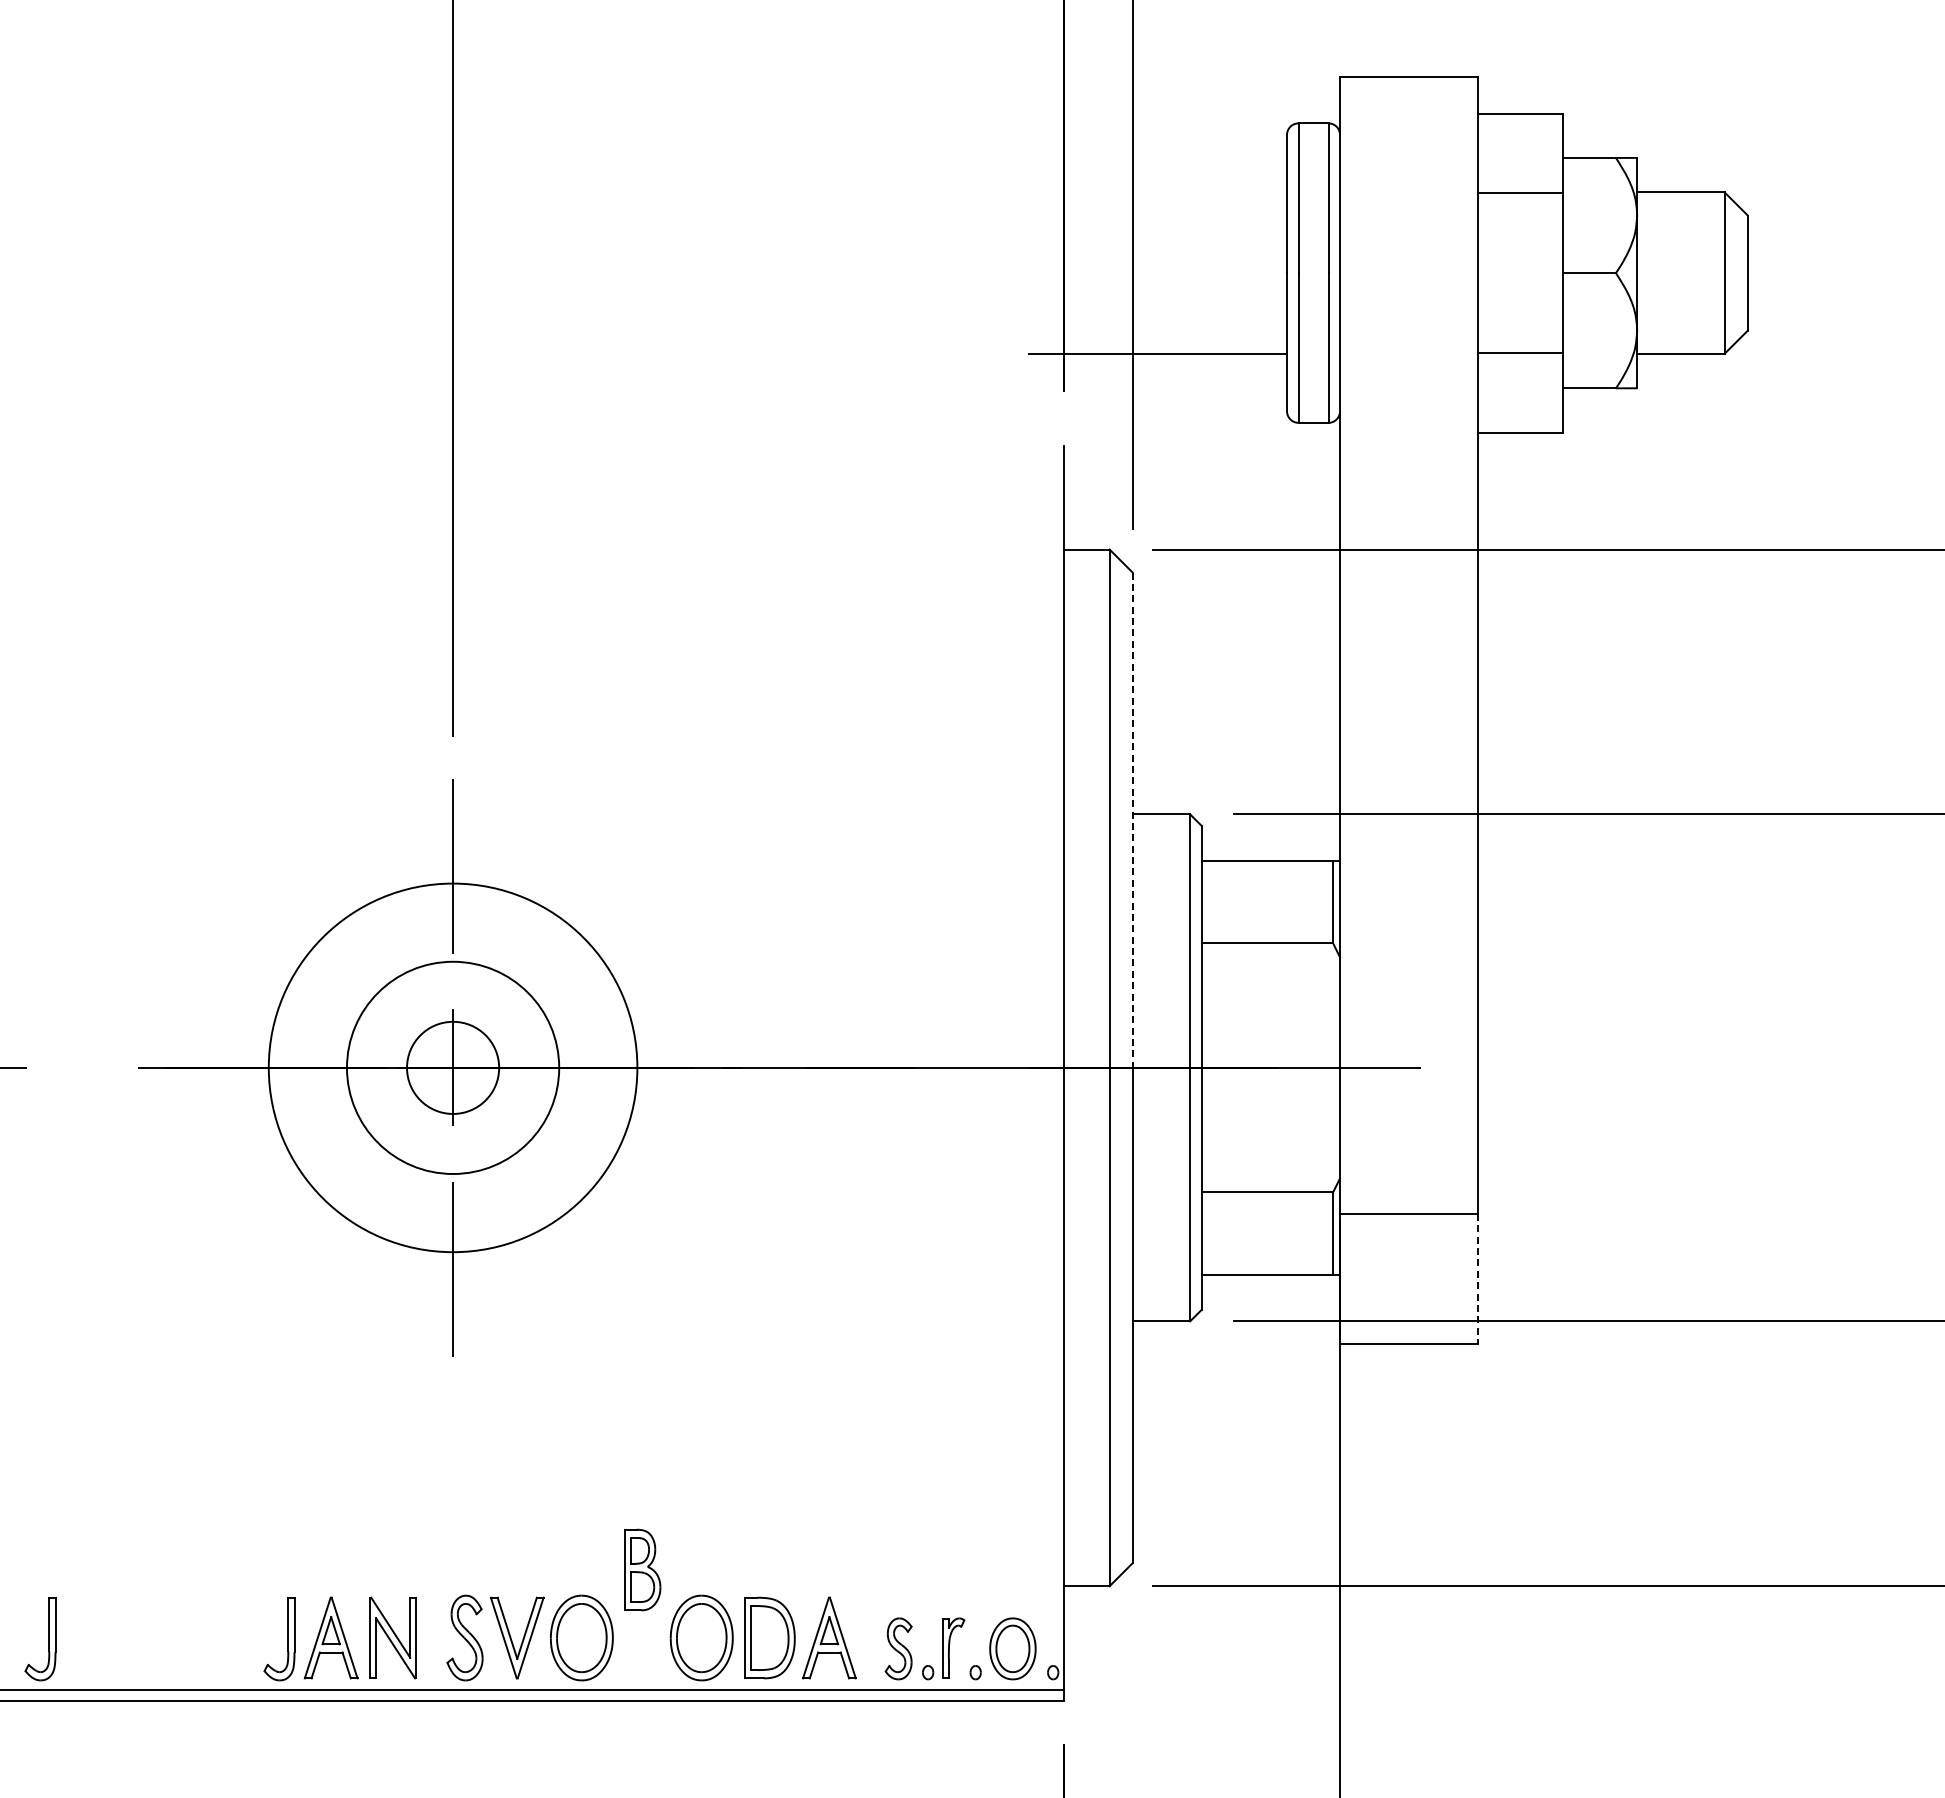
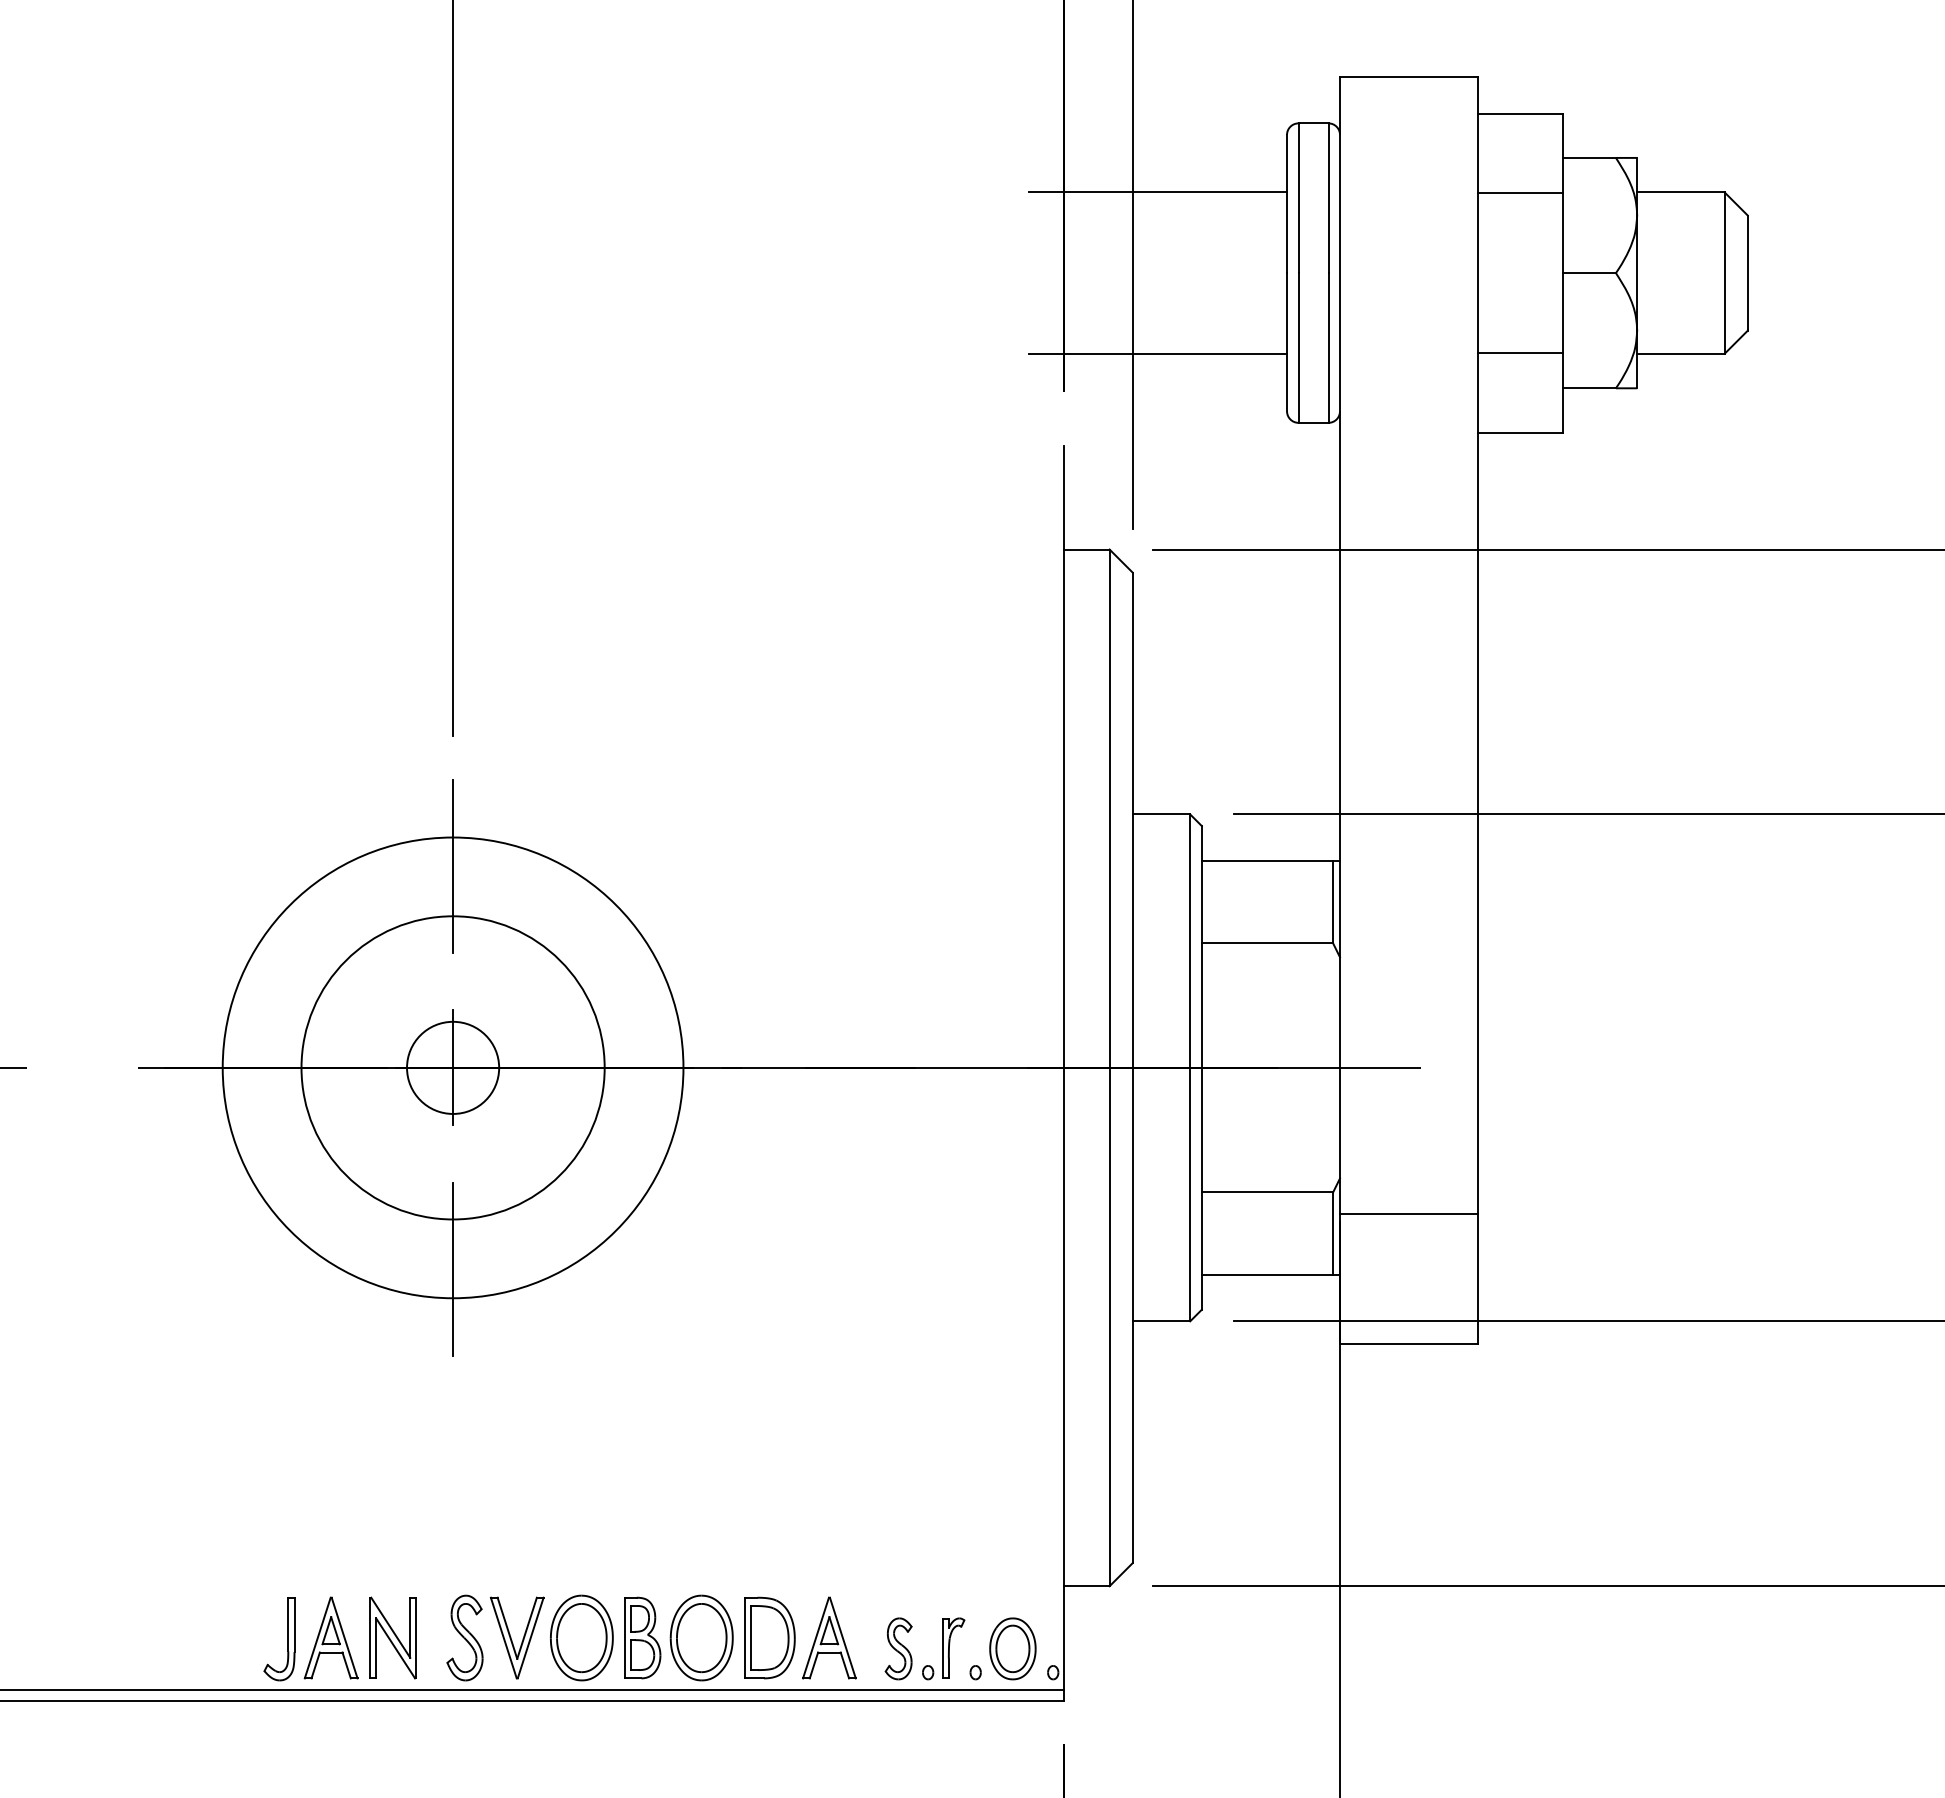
line at (1158, 192): none -> present
line at (1132, 820): dashed -> solid
circle at (452, 1067) diameter: 212 px -> 303 px
circle at (452, 1067) diameter: 369 px -> 461 px
line at (1478, 1279): dashed -> solid
part at (642, 1569) position: (642, 1569) -> (642, 1637)
part at (48, 1639): present -> none
